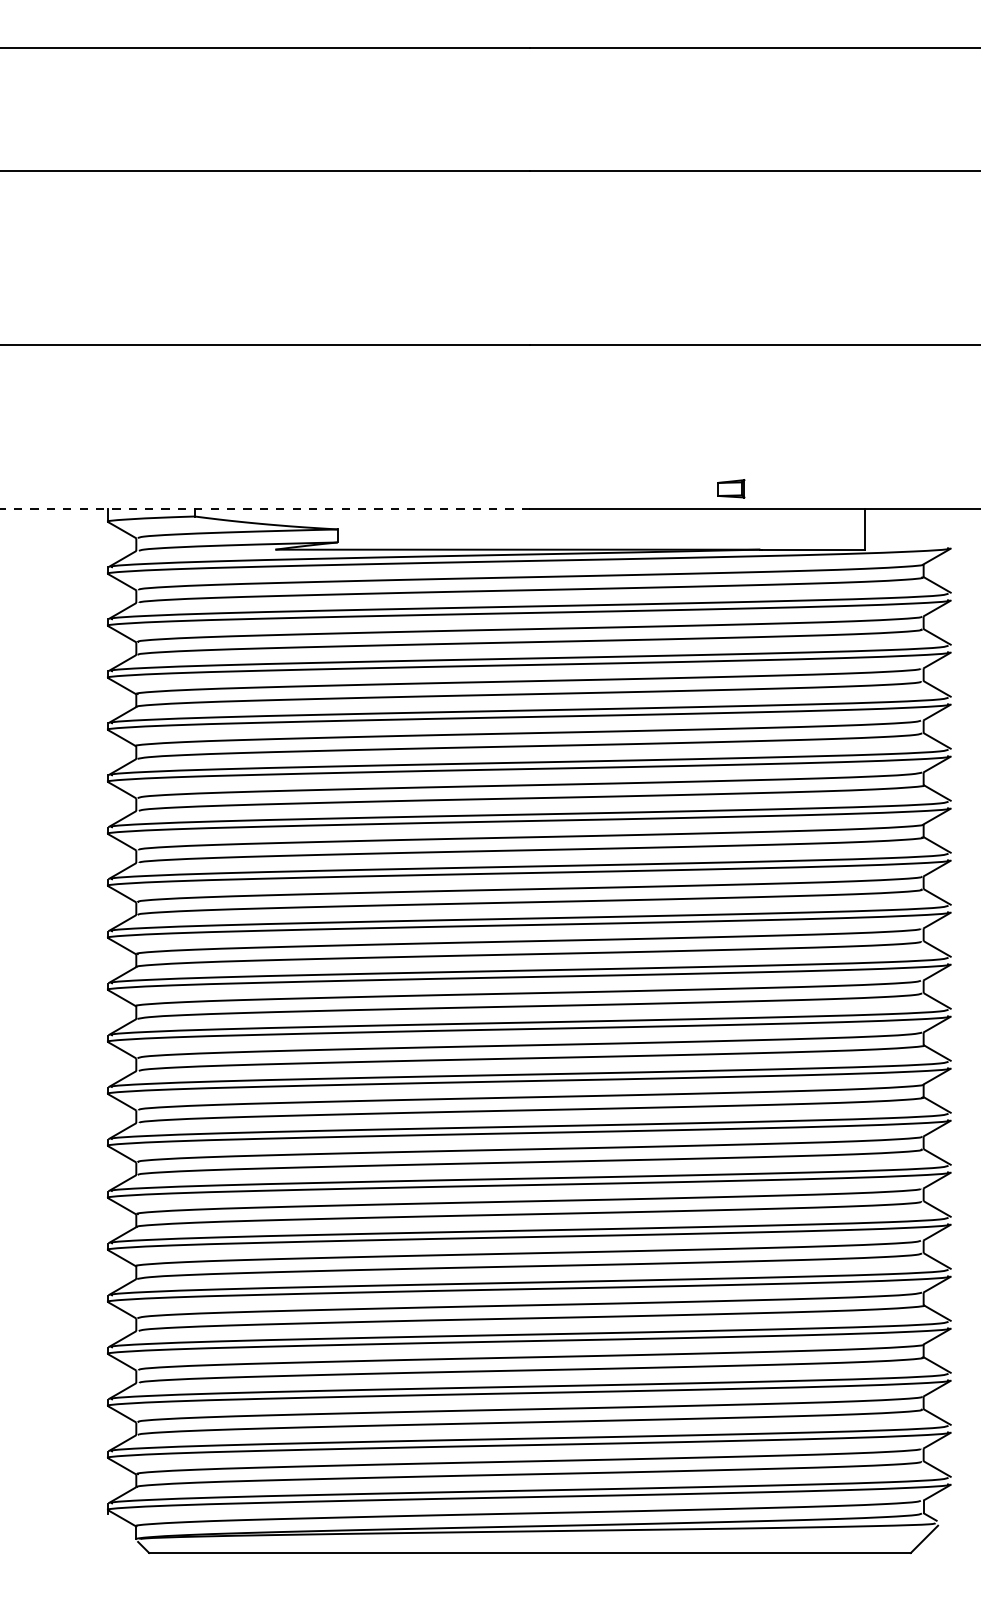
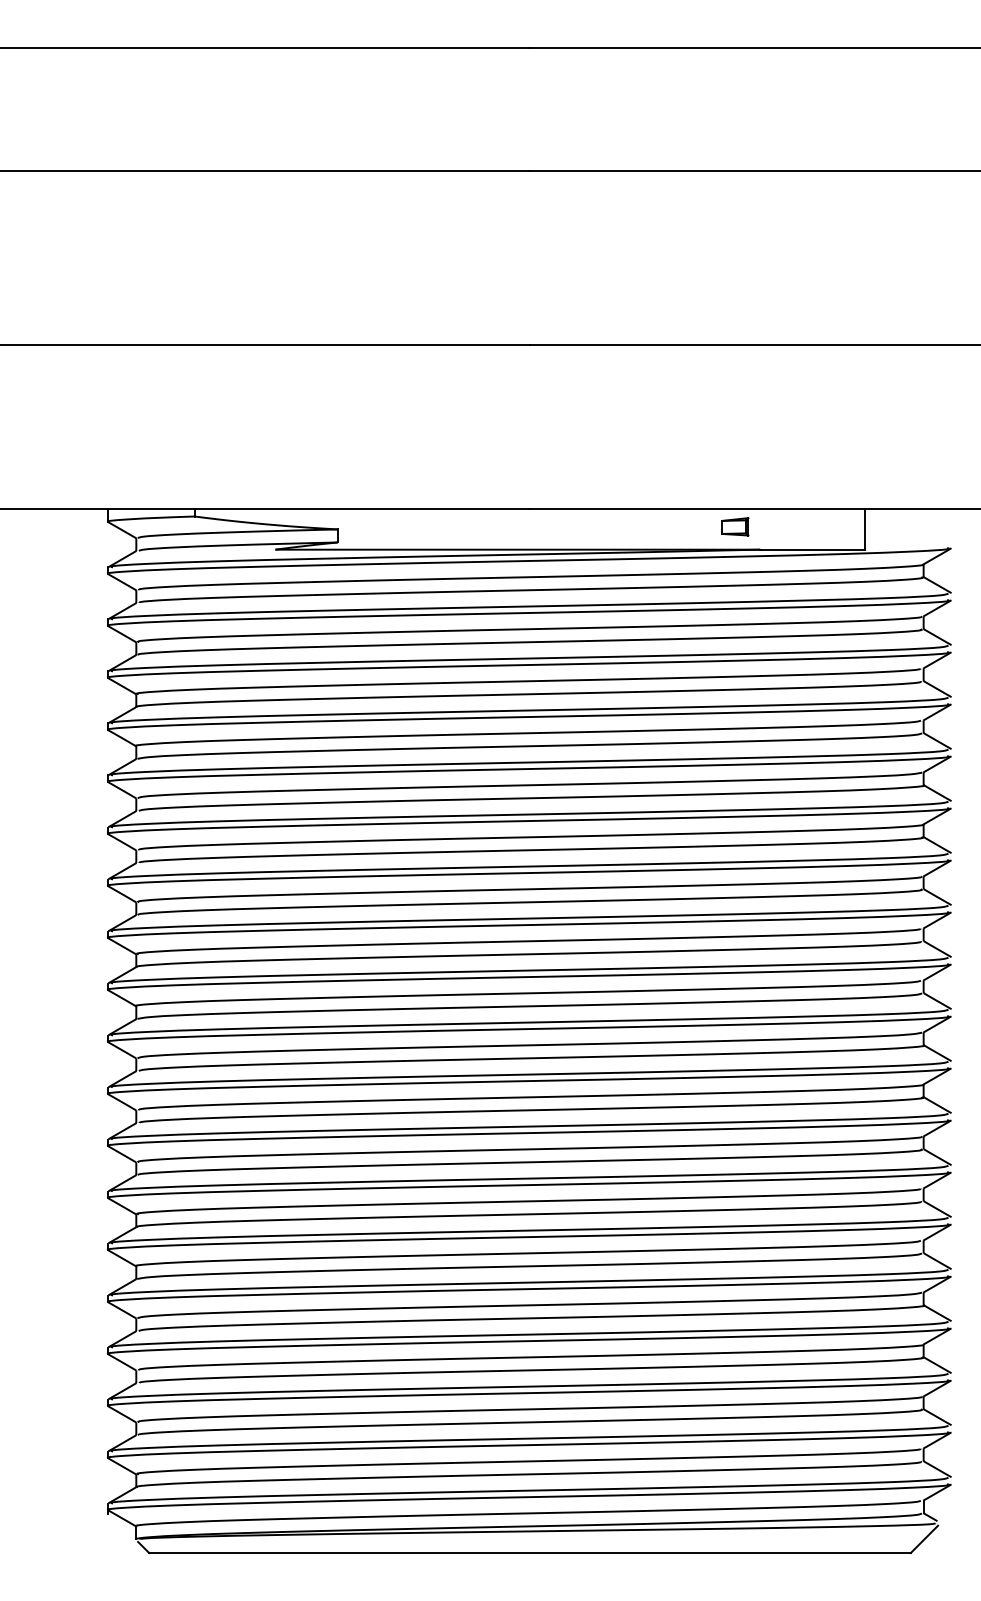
part at (731, 488) position: (731, 488) -> (735, 526)
line at (265, 508): dashed -> solid
